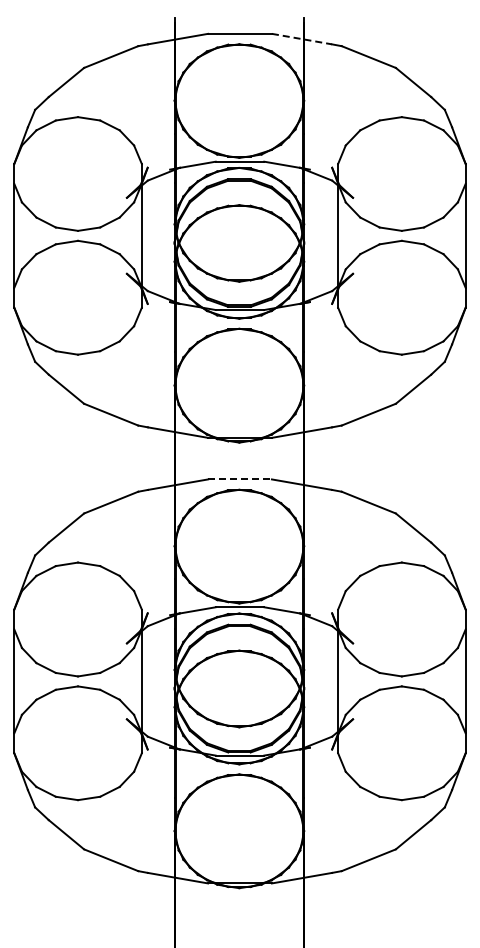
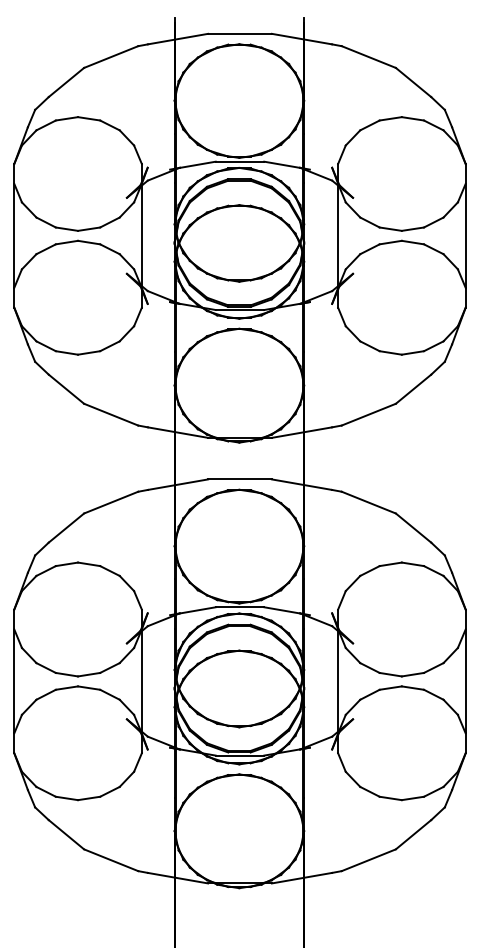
line at (301, 39): dashed -> solid
line at (239, 479): dashed -> solid
